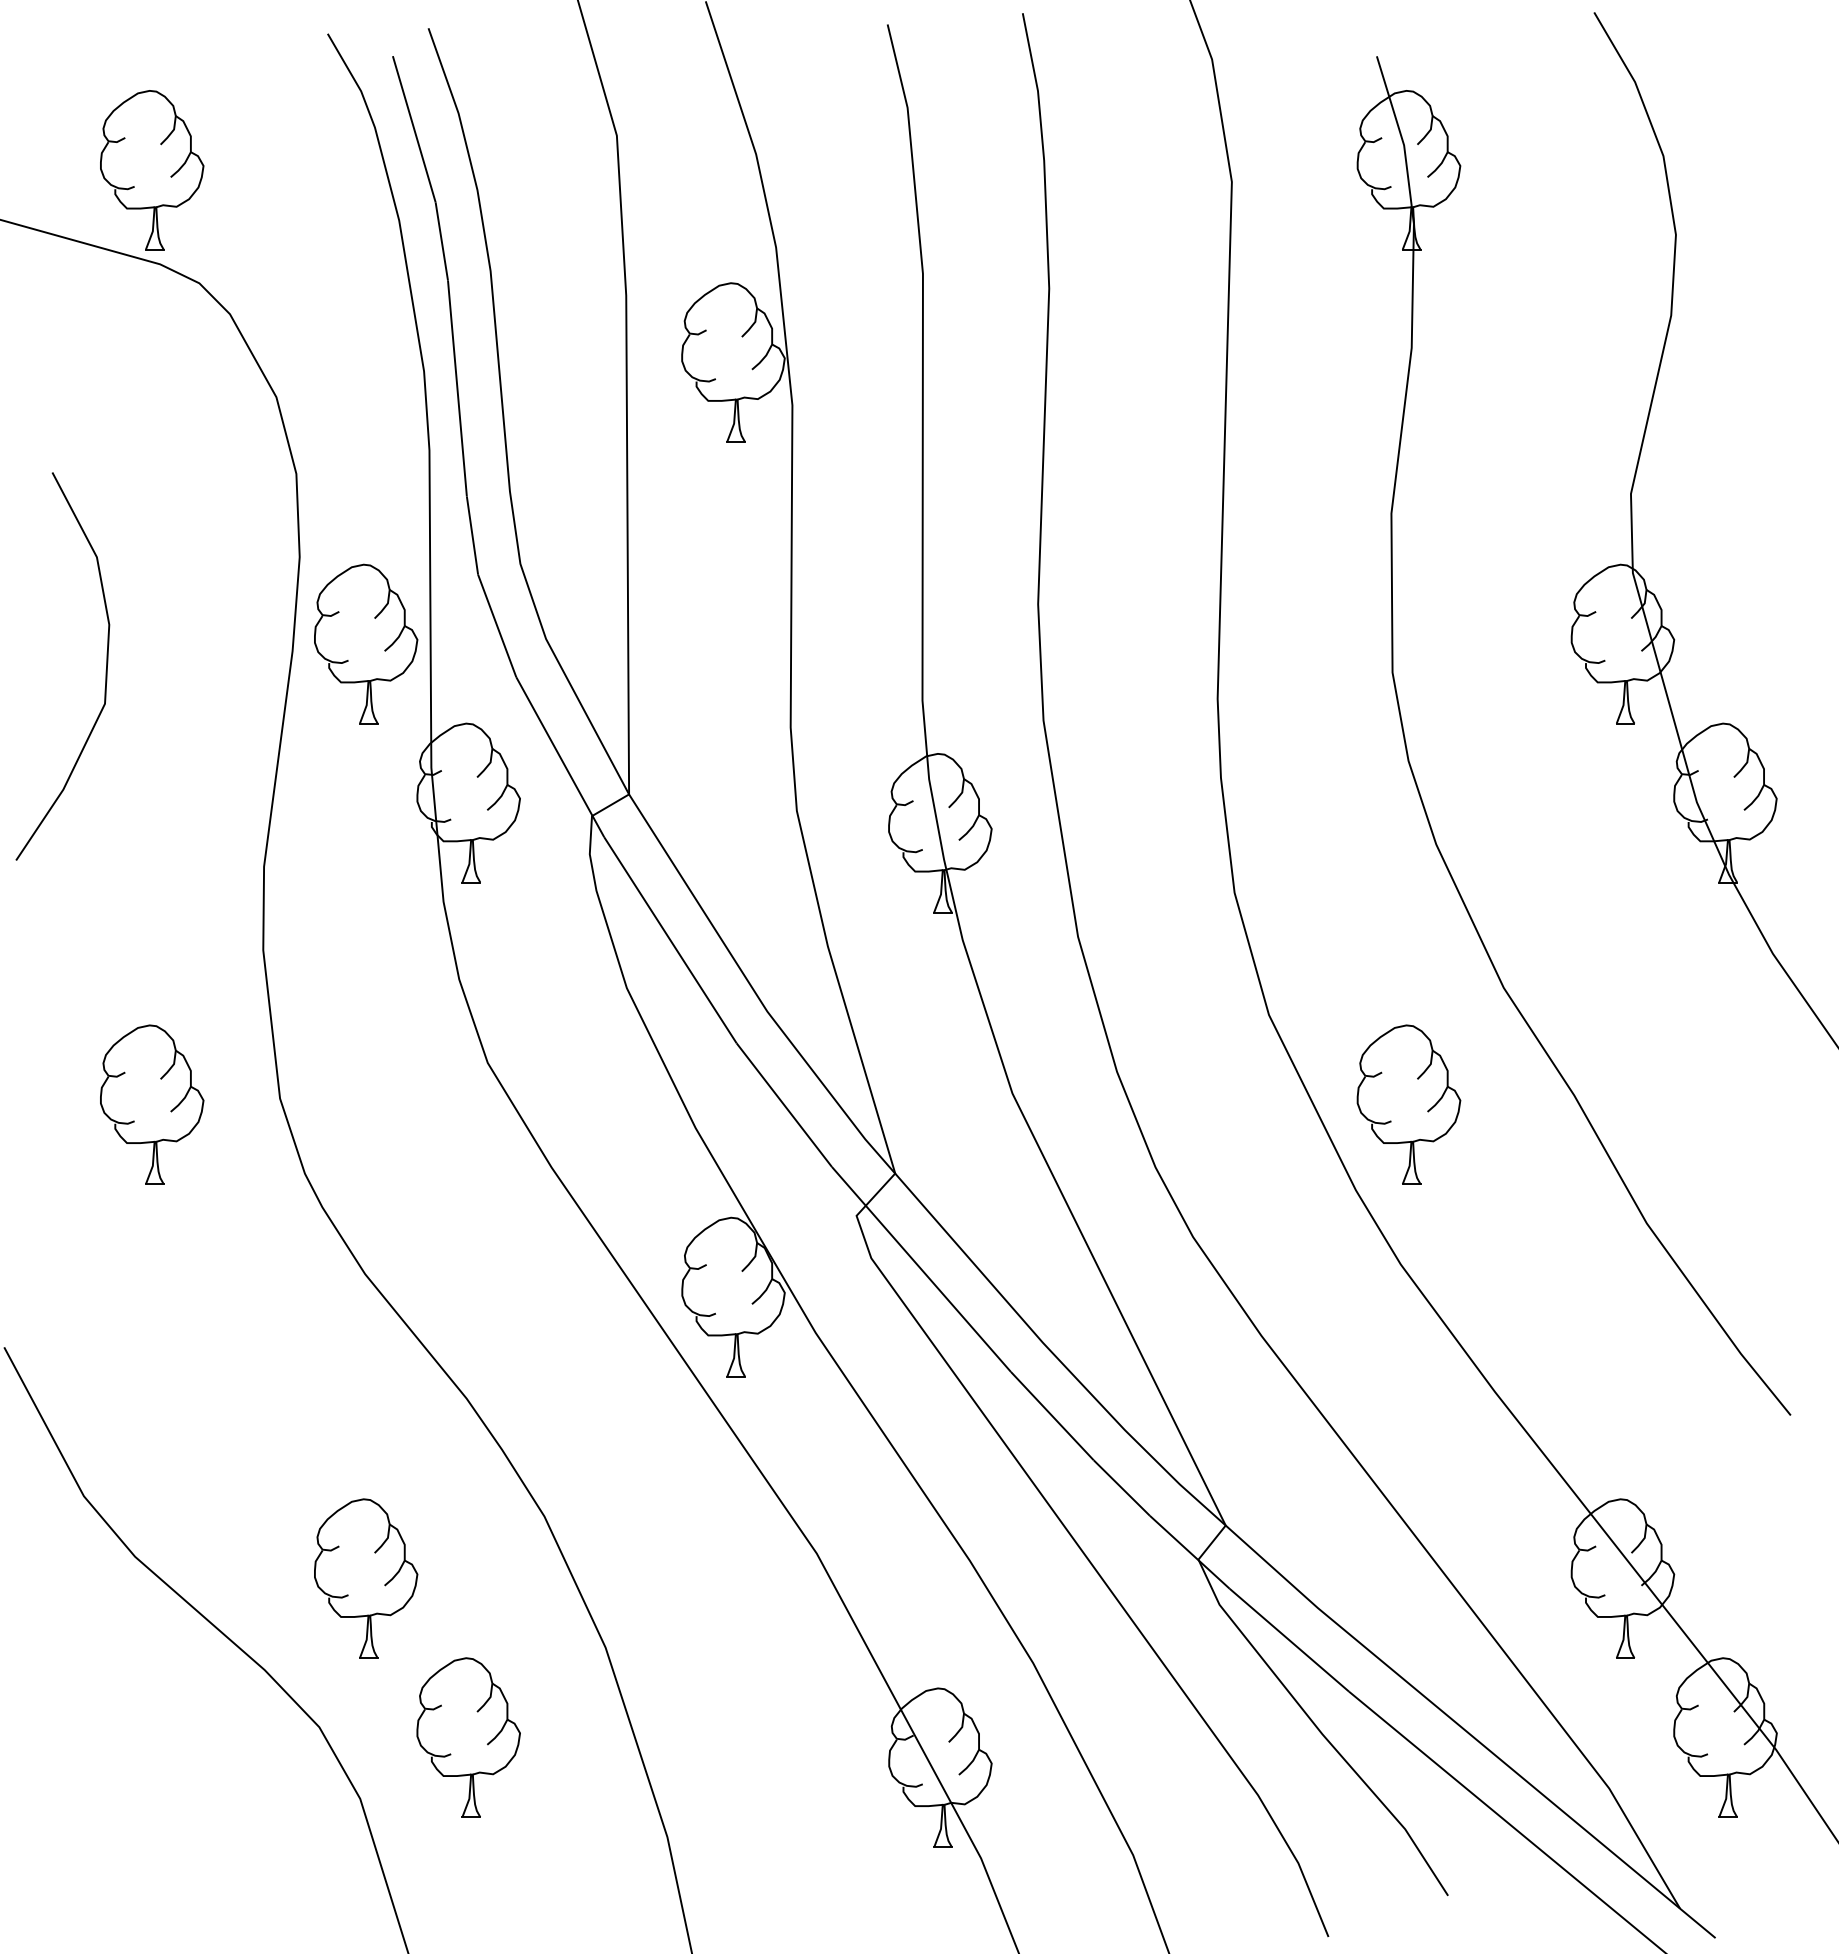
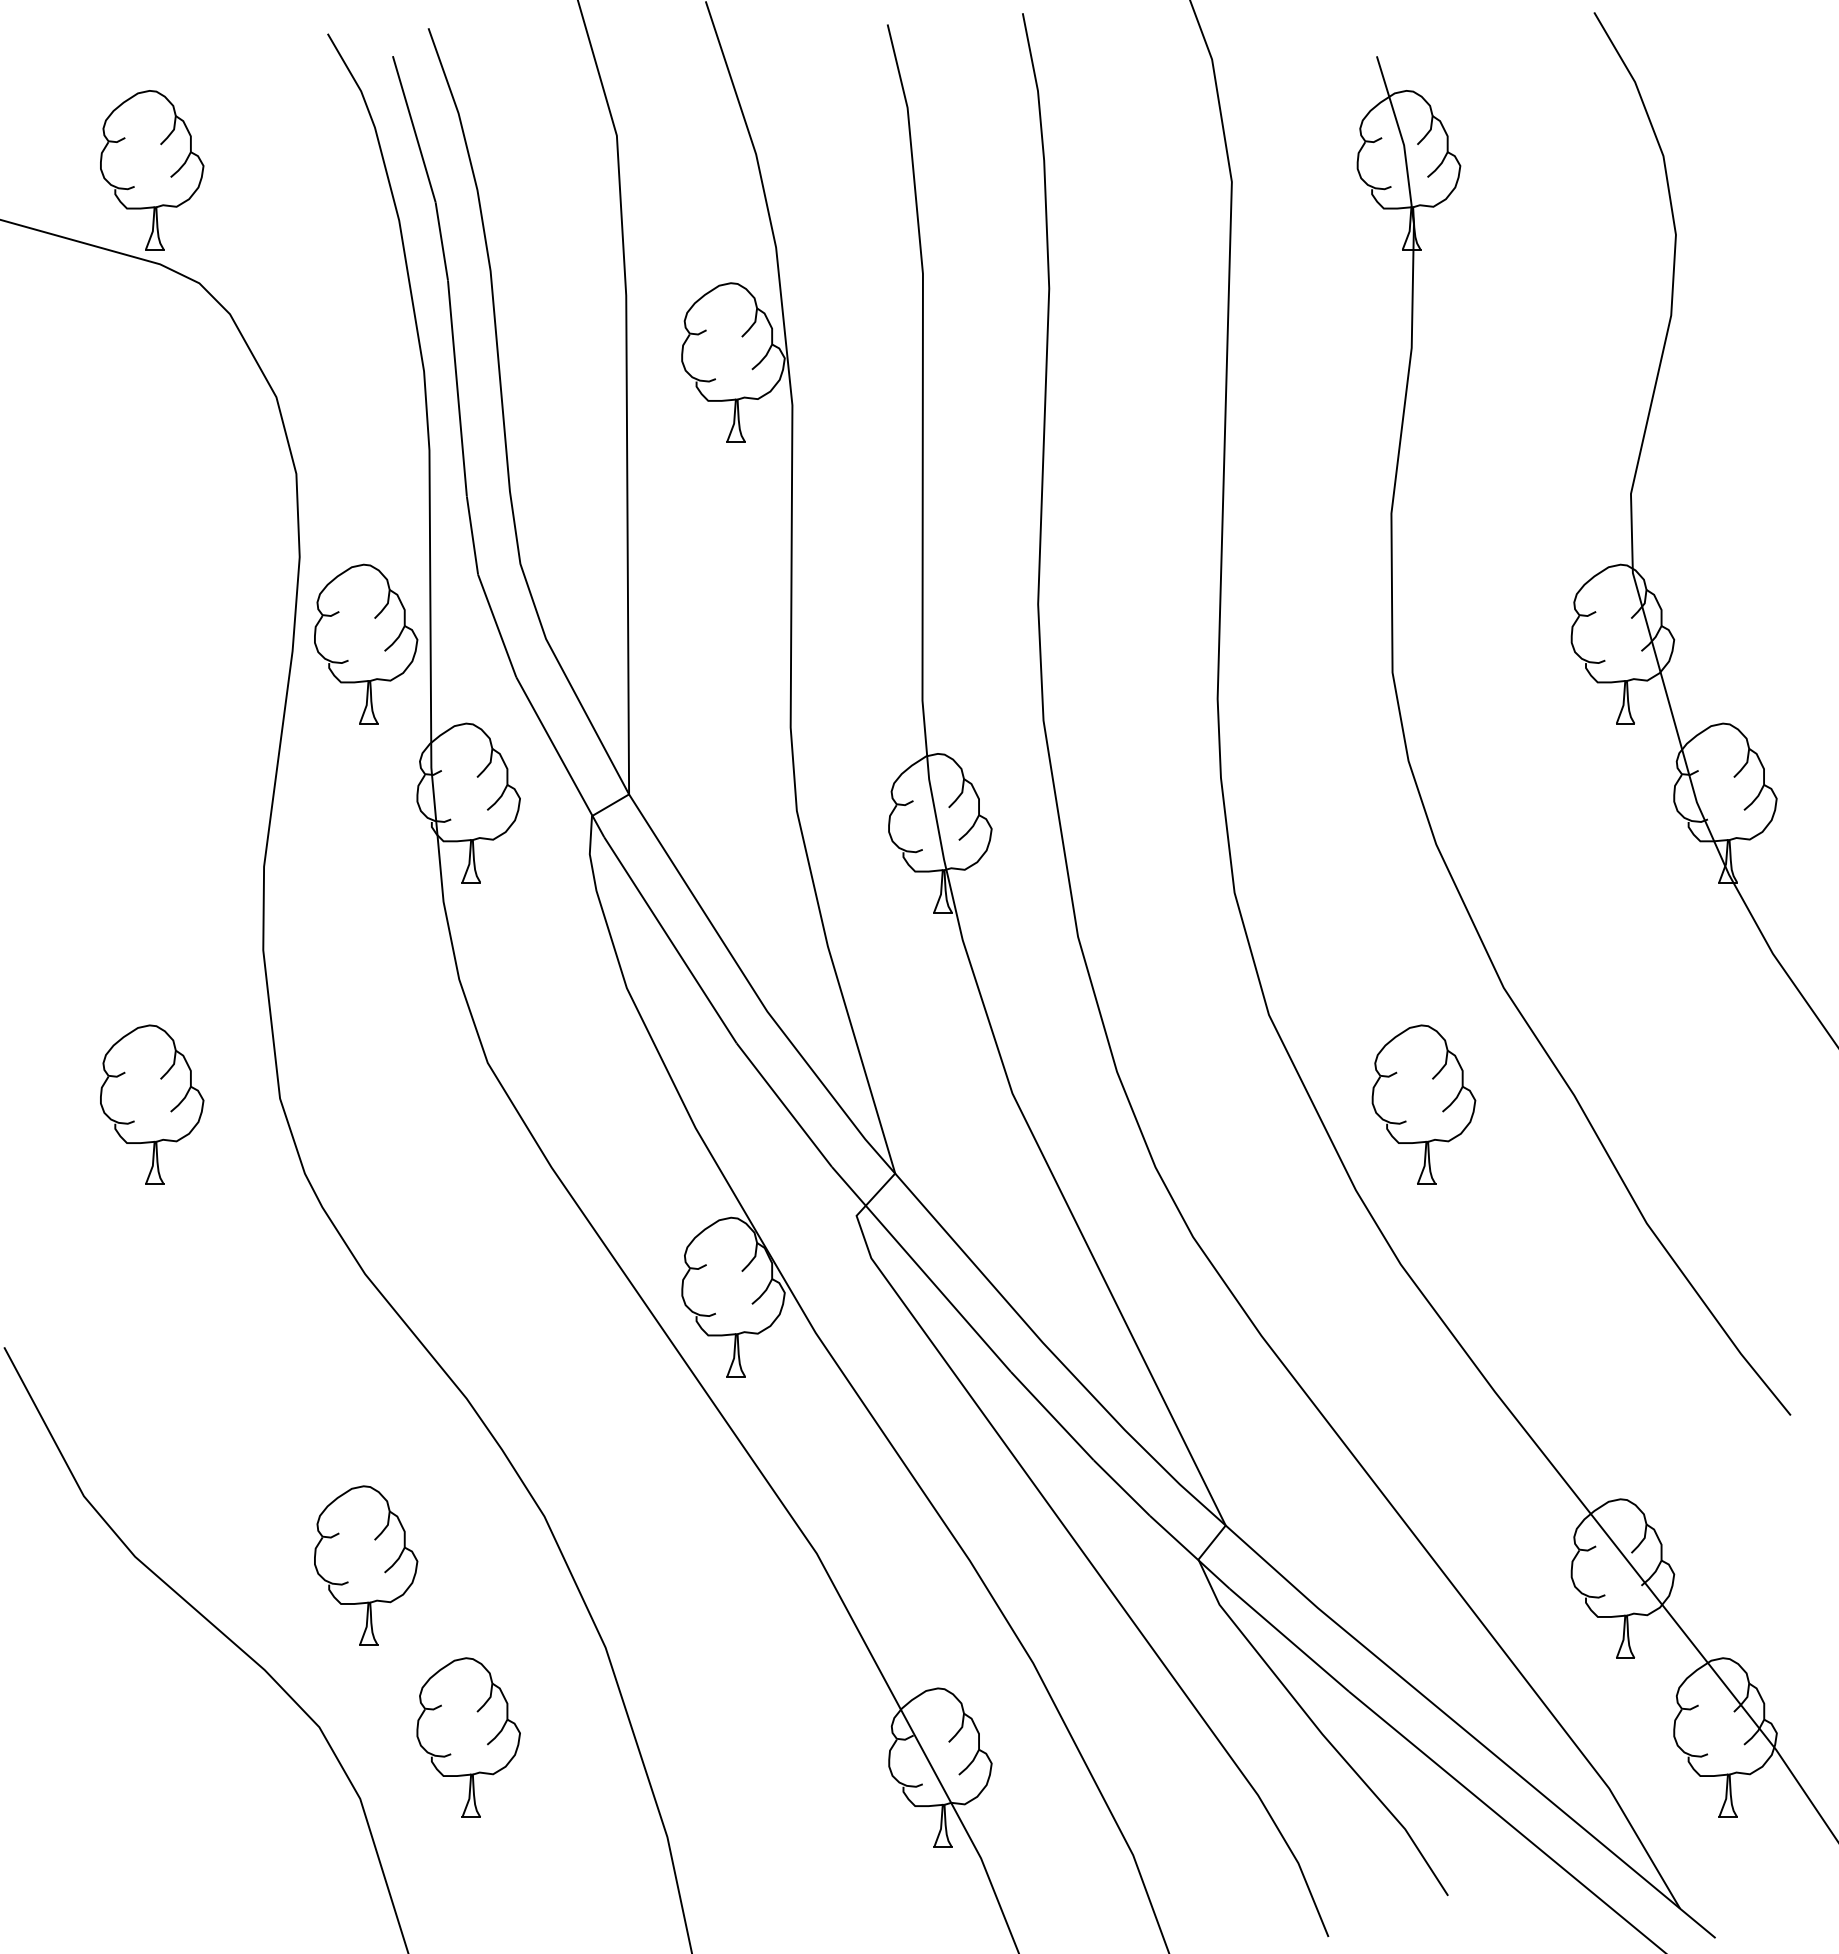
curve at (105, 670): present -> none
part at (1408, 1104) position: (1408, 1104) -> (1423, 1104)
part at (366, 1578) position: (366, 1578) -> (366, 1565)
